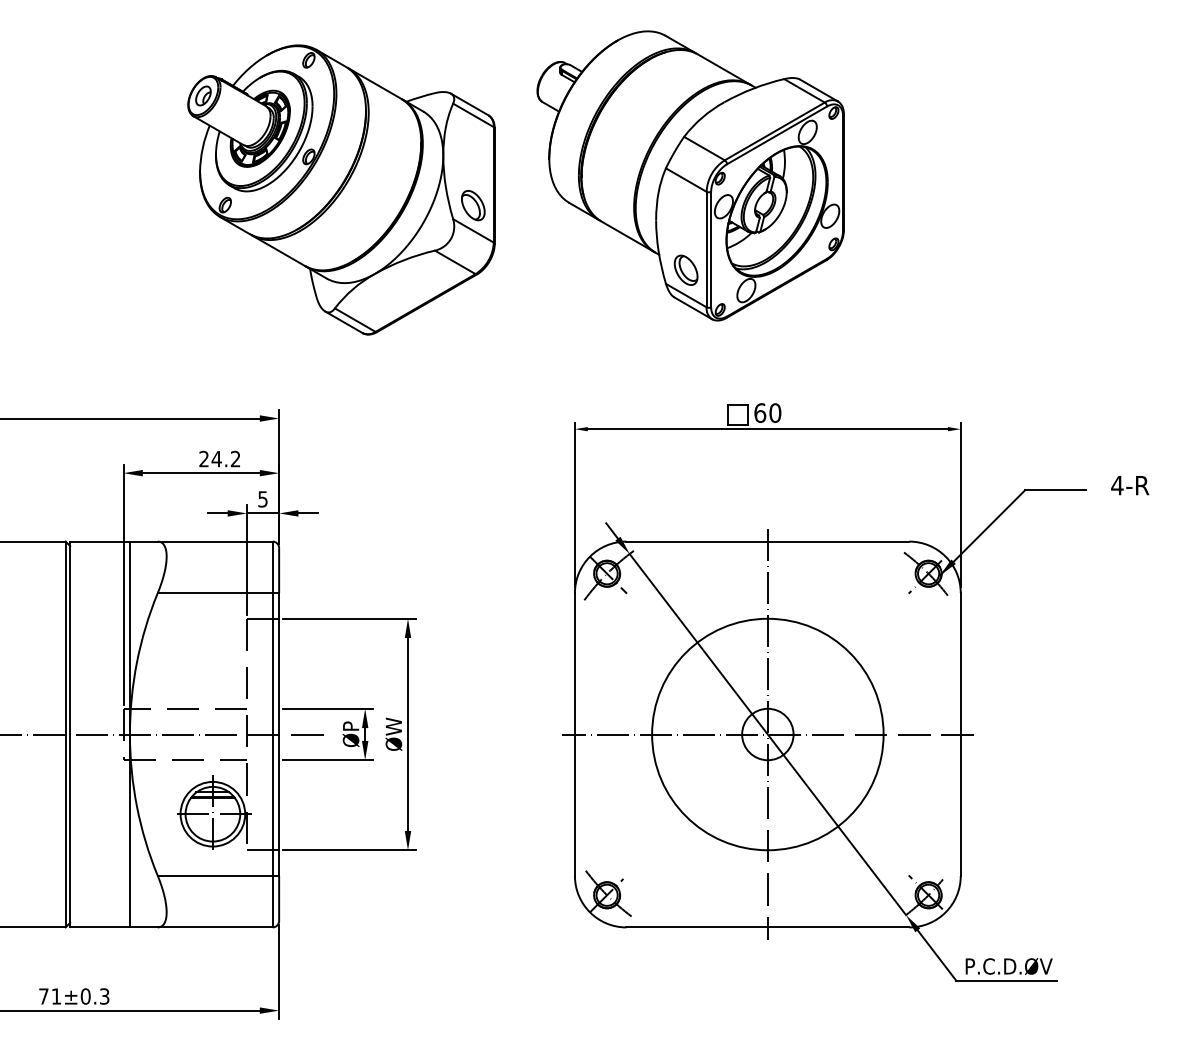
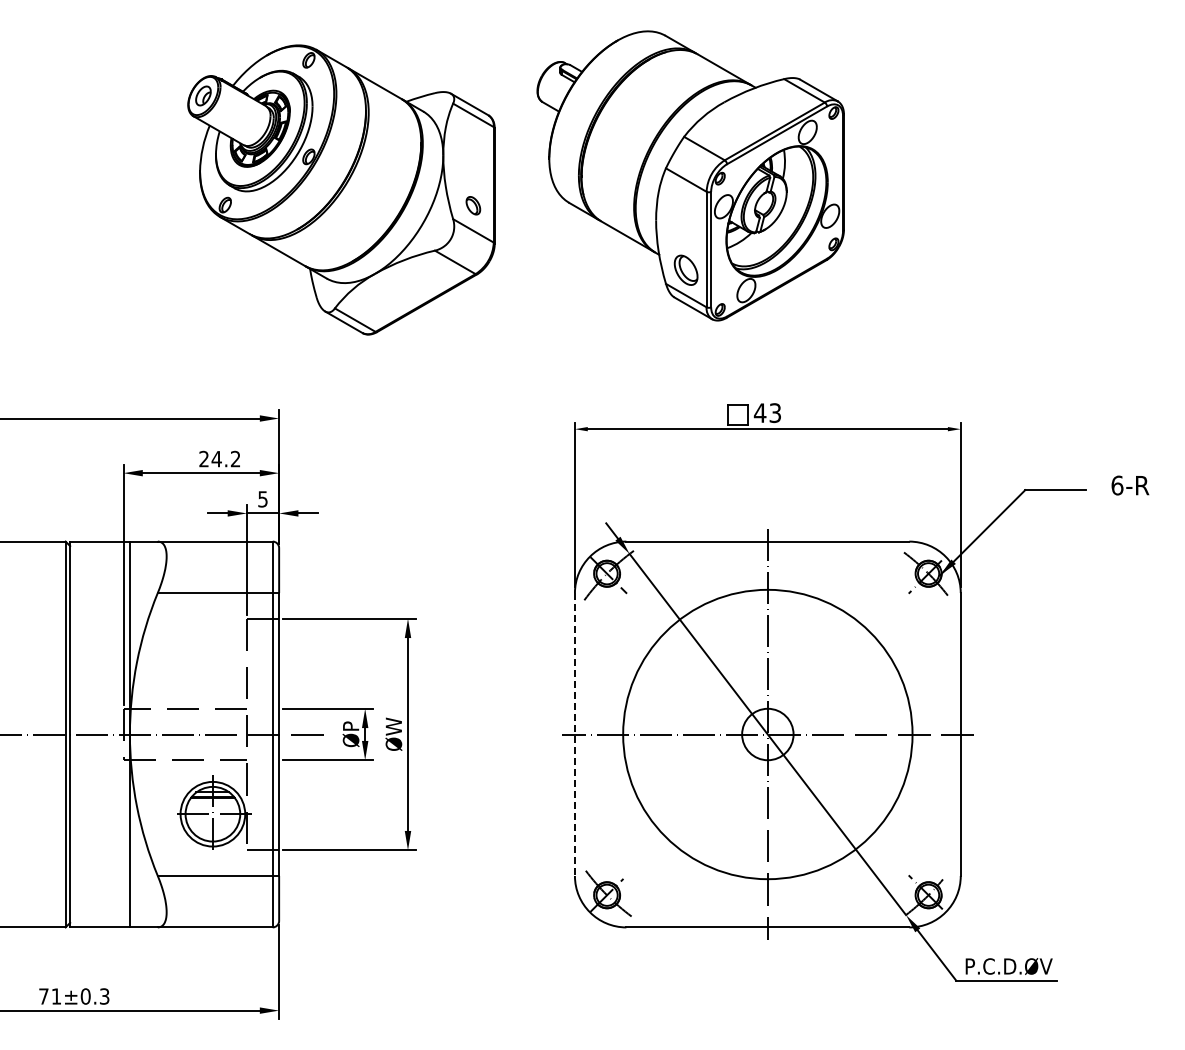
part at (473, 205) size: 25x32 px -> 17x20 px
text at (767, 413): 60 -> 43
text at (1117, 485): 4-R -> 6-R
circle at (767, 734) diameter: 231 px -> 289 px
line at (574, 735): solid -> dashed
